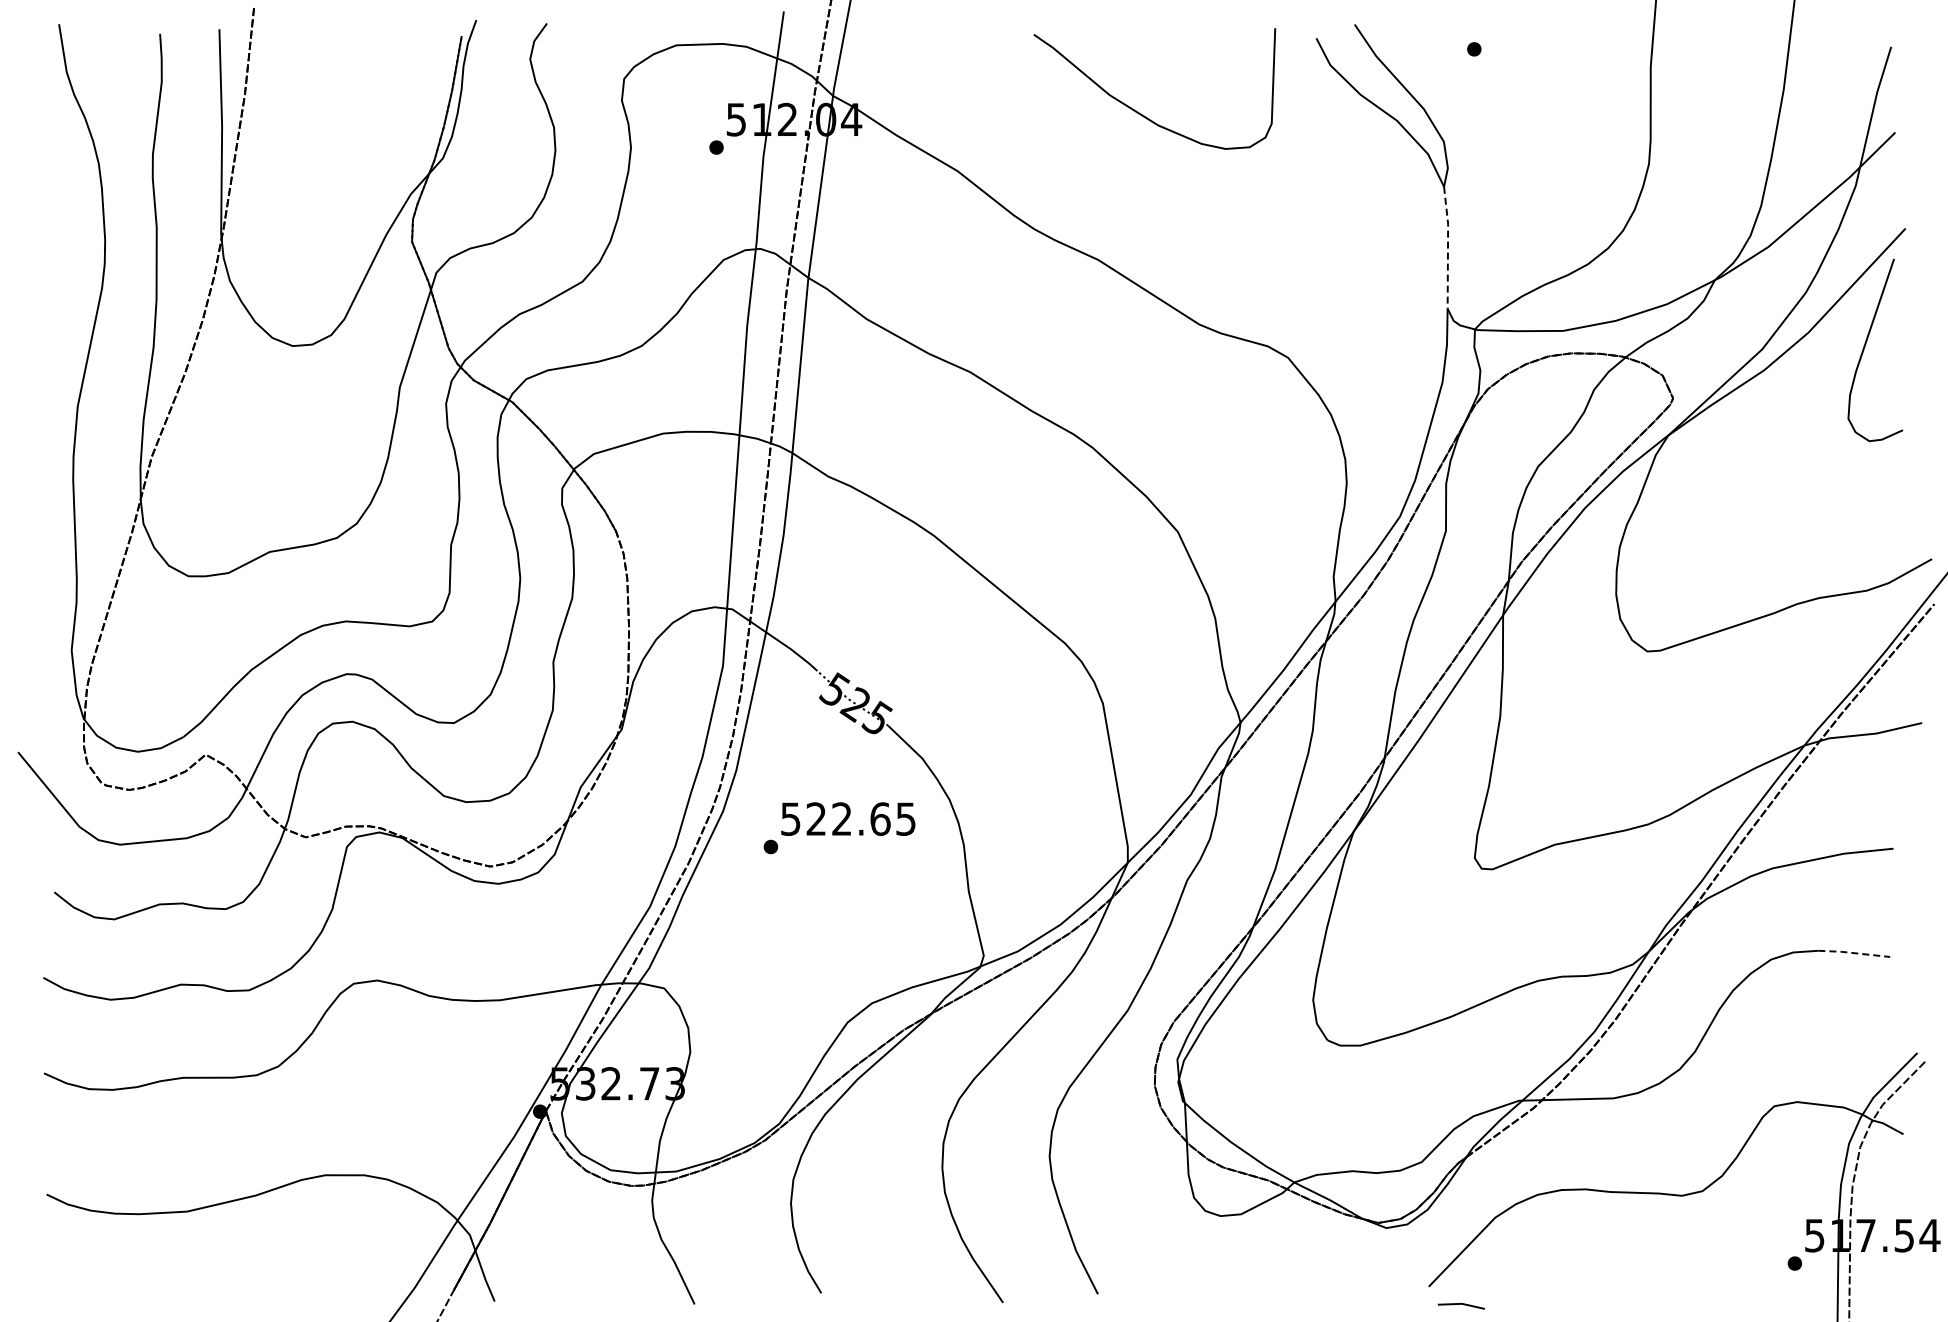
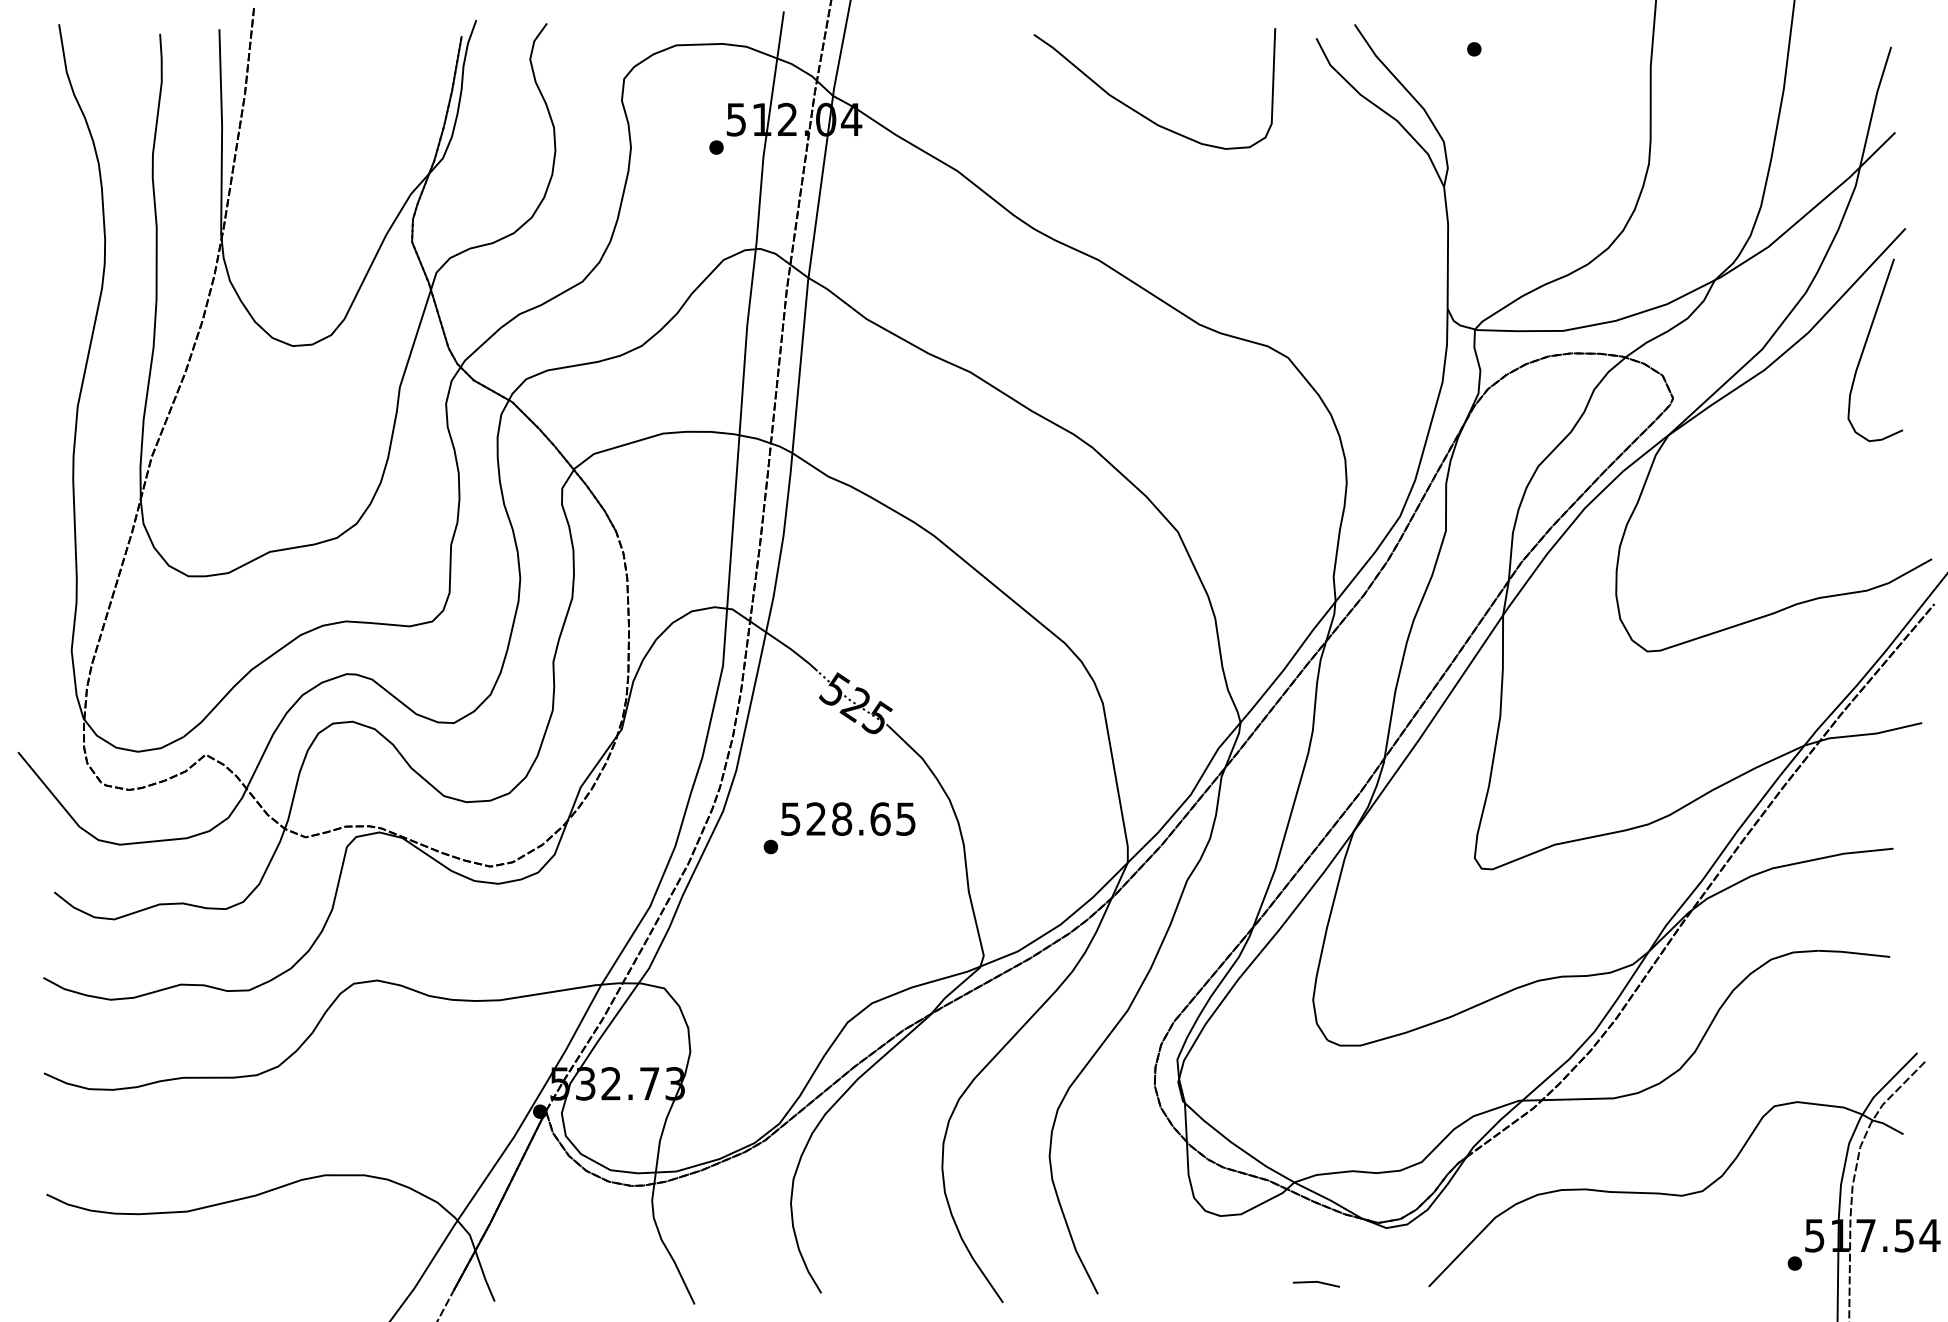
line at (1447, 247): dashed -> solid
text at (842, 818): 522.65 -> 528.65
line at (1853, 953): dashed -> solid
line at (1460, 1304) position: (1460, 1304) -> (1315, 1282)
